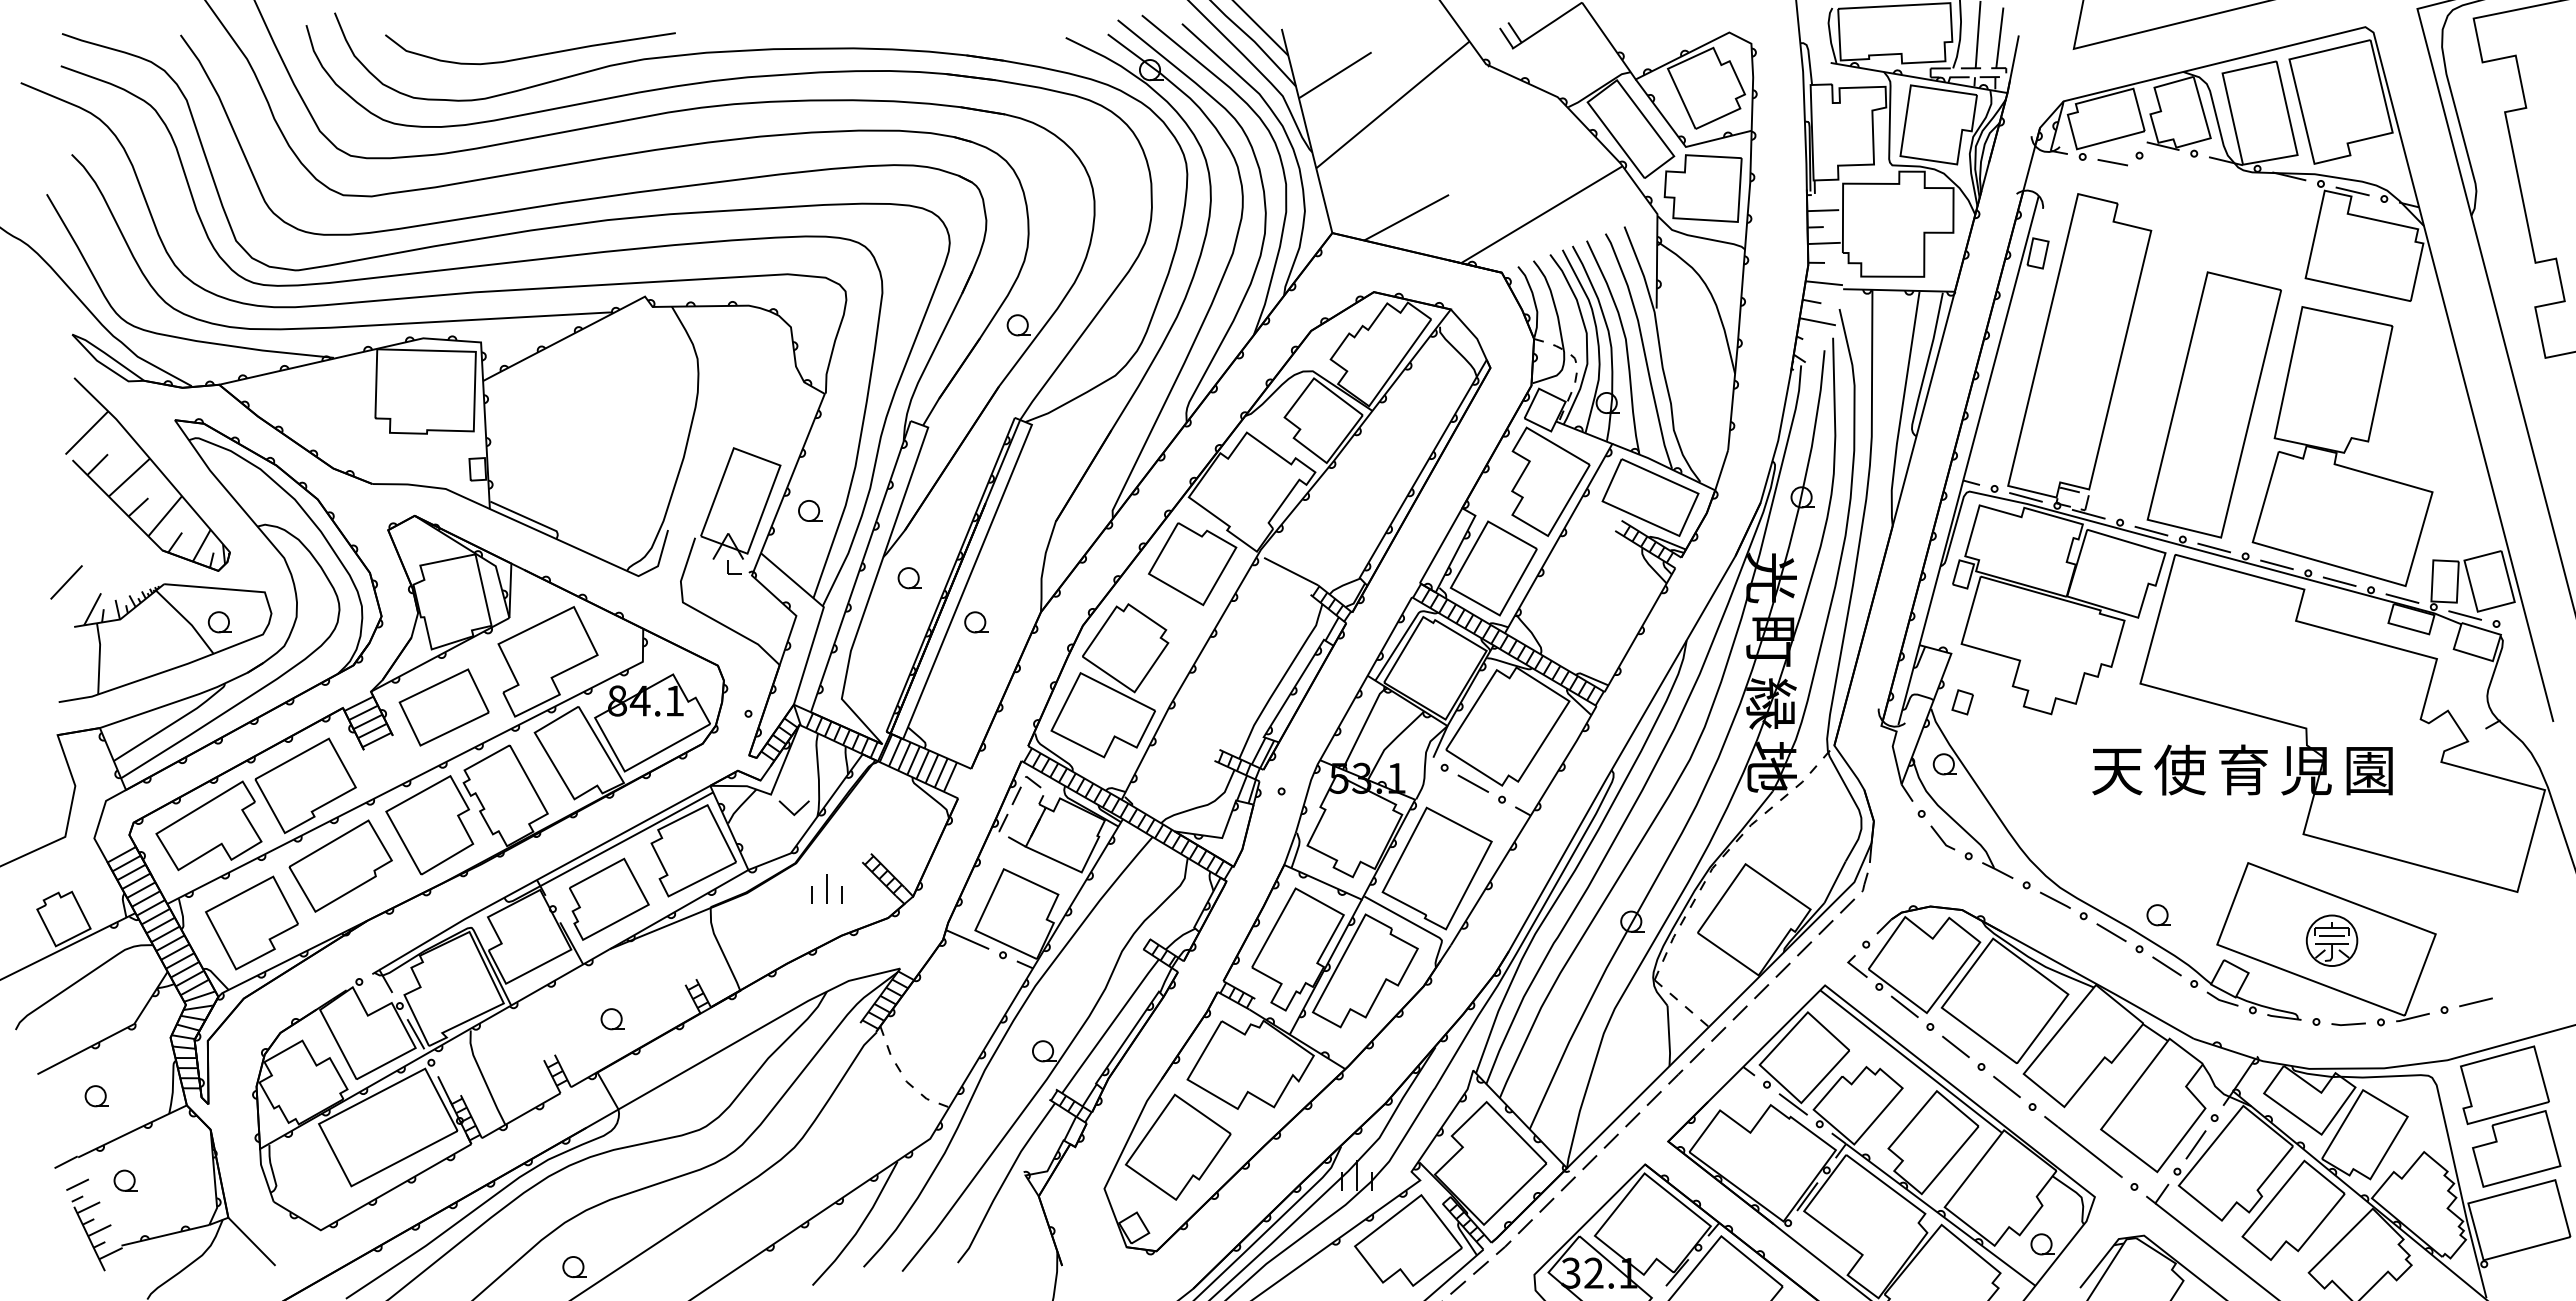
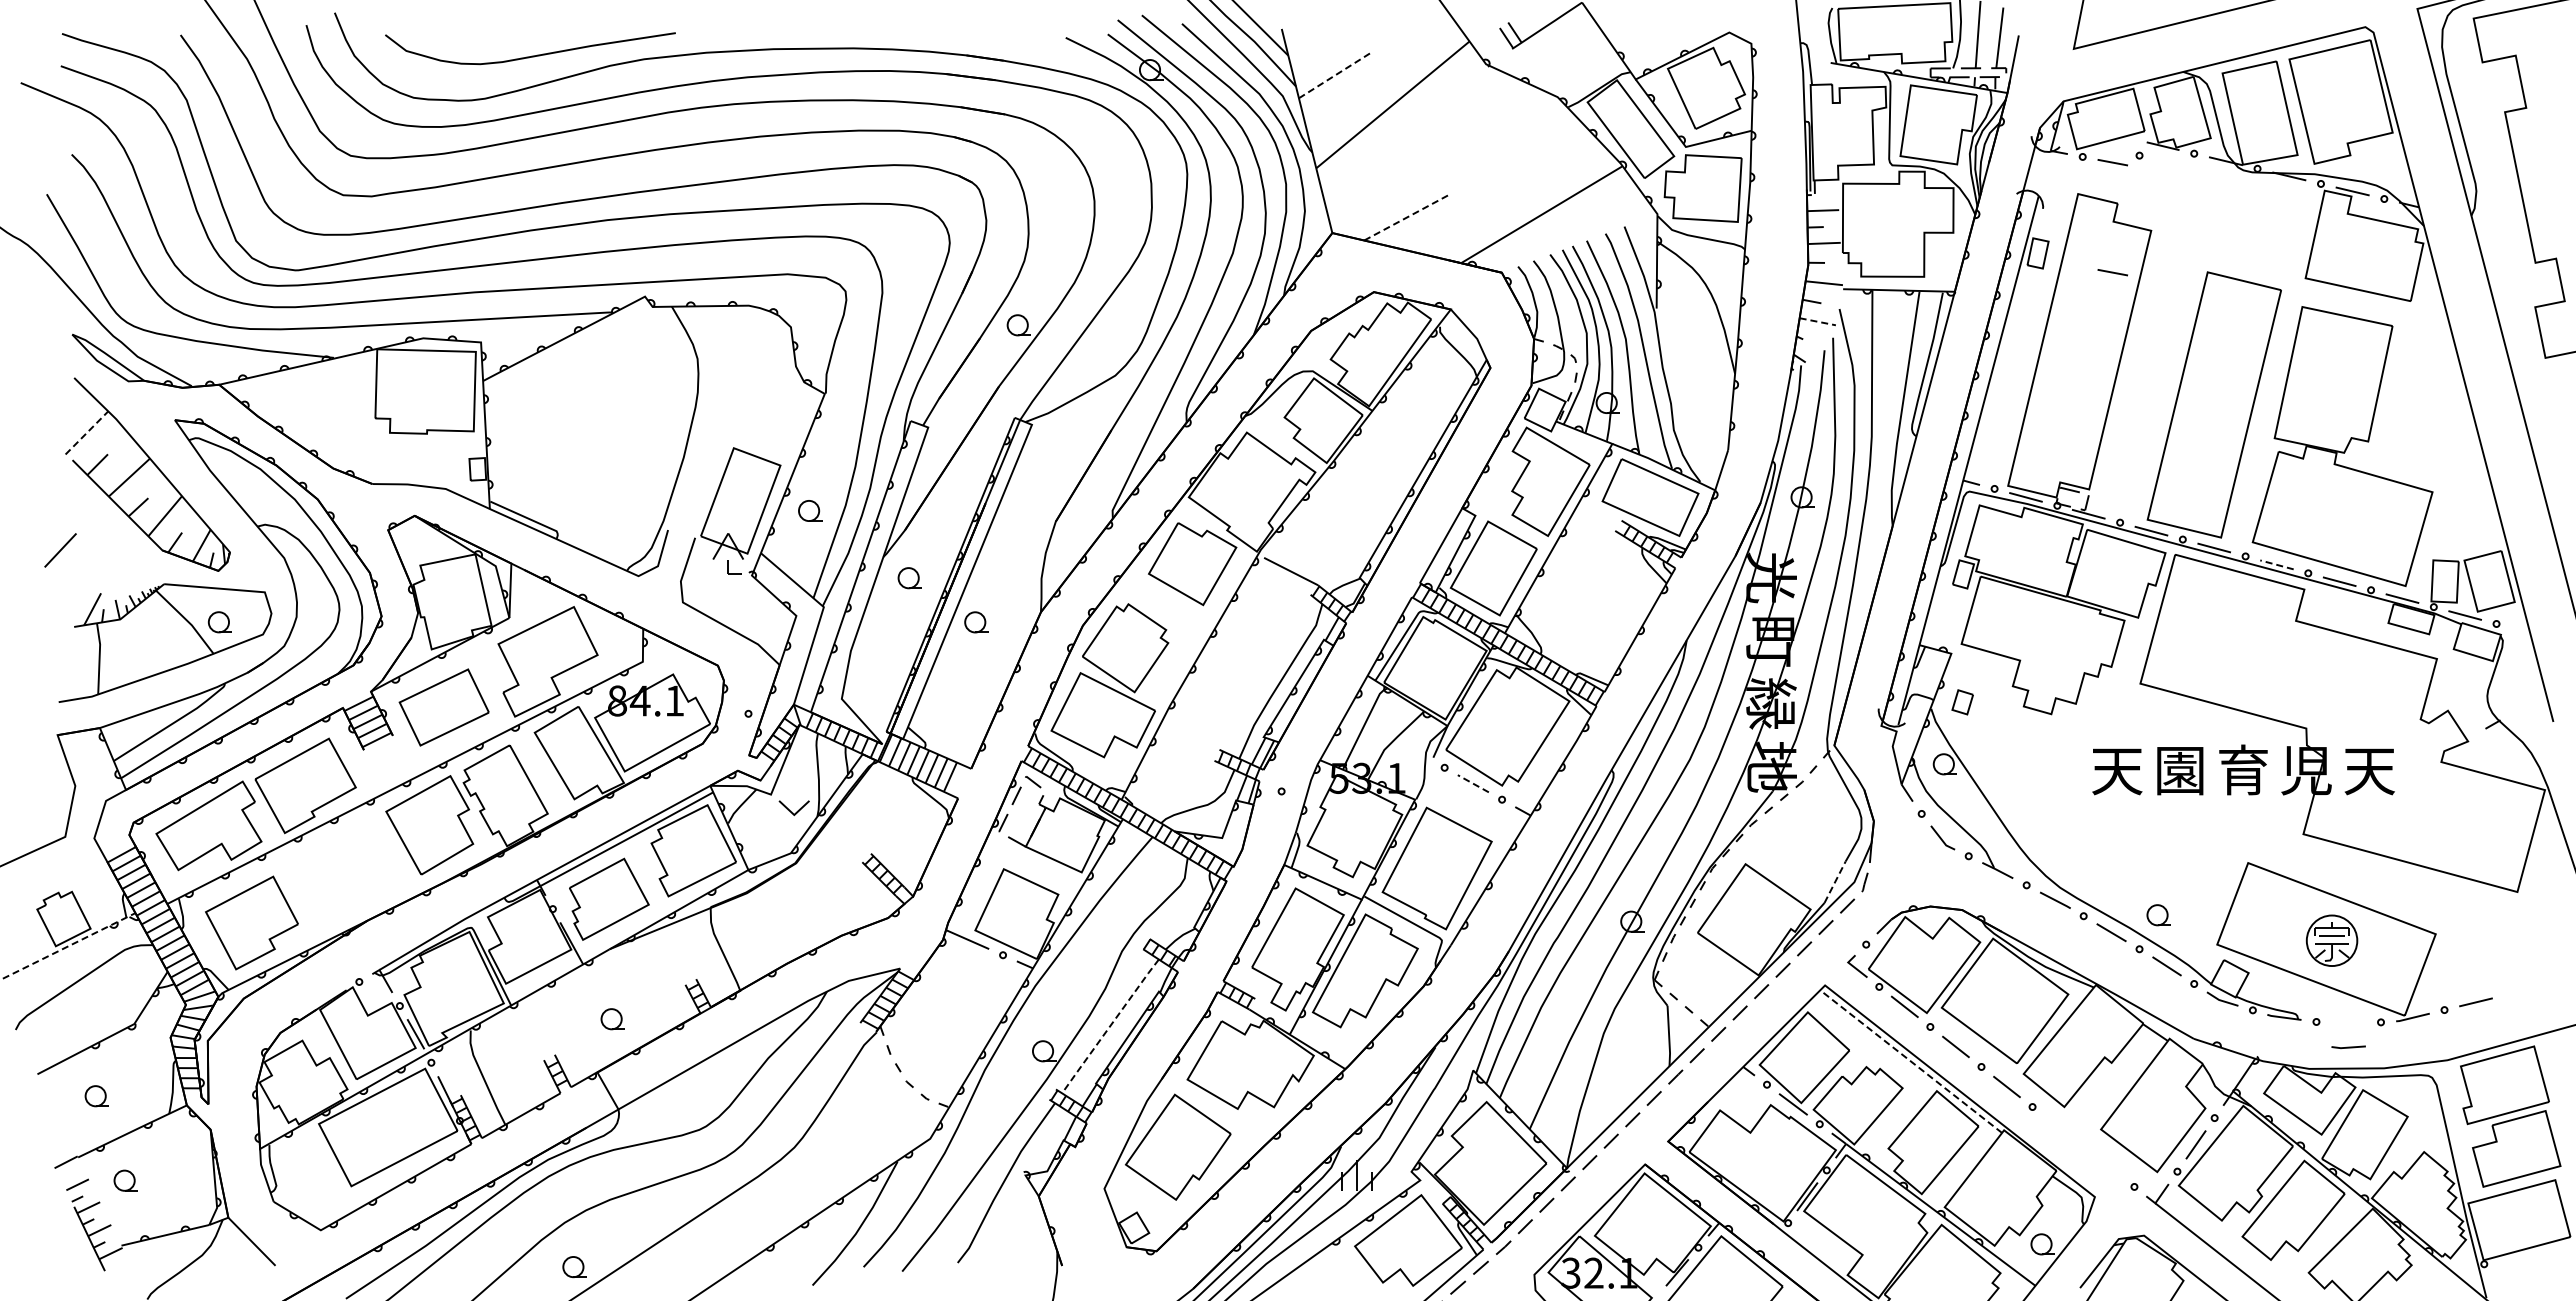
line at (1335, 75): solid -> dashed
line at (1407, 217): solid -> dashed
line at (2112, 272): none -> present
line at (1818, 321): solid -> dashed
line at (87, 432): solid -> dashed
line at (2276, 564): solid -> dashed
line at (66, 582) position: (66, 582) -> (60, 550)
text at (2179, 769): 使 -> 園
text at (2369, 771): 園 -> 天
line at (1473, 783): solid -> dashed
part at (340, 865): present -> none
line at (1835, 881): solid -> dashed
part at (826, 888): present -> none
line at (68, 946): solid -> dashed
line at (2348, 1023) position: (2348, 1023) -> (2348, 1046)
line at (1110, 1026): solid -> dashed
line at (1911, 1061): solid -> dashed
line at (2083, 1147): present -> none
